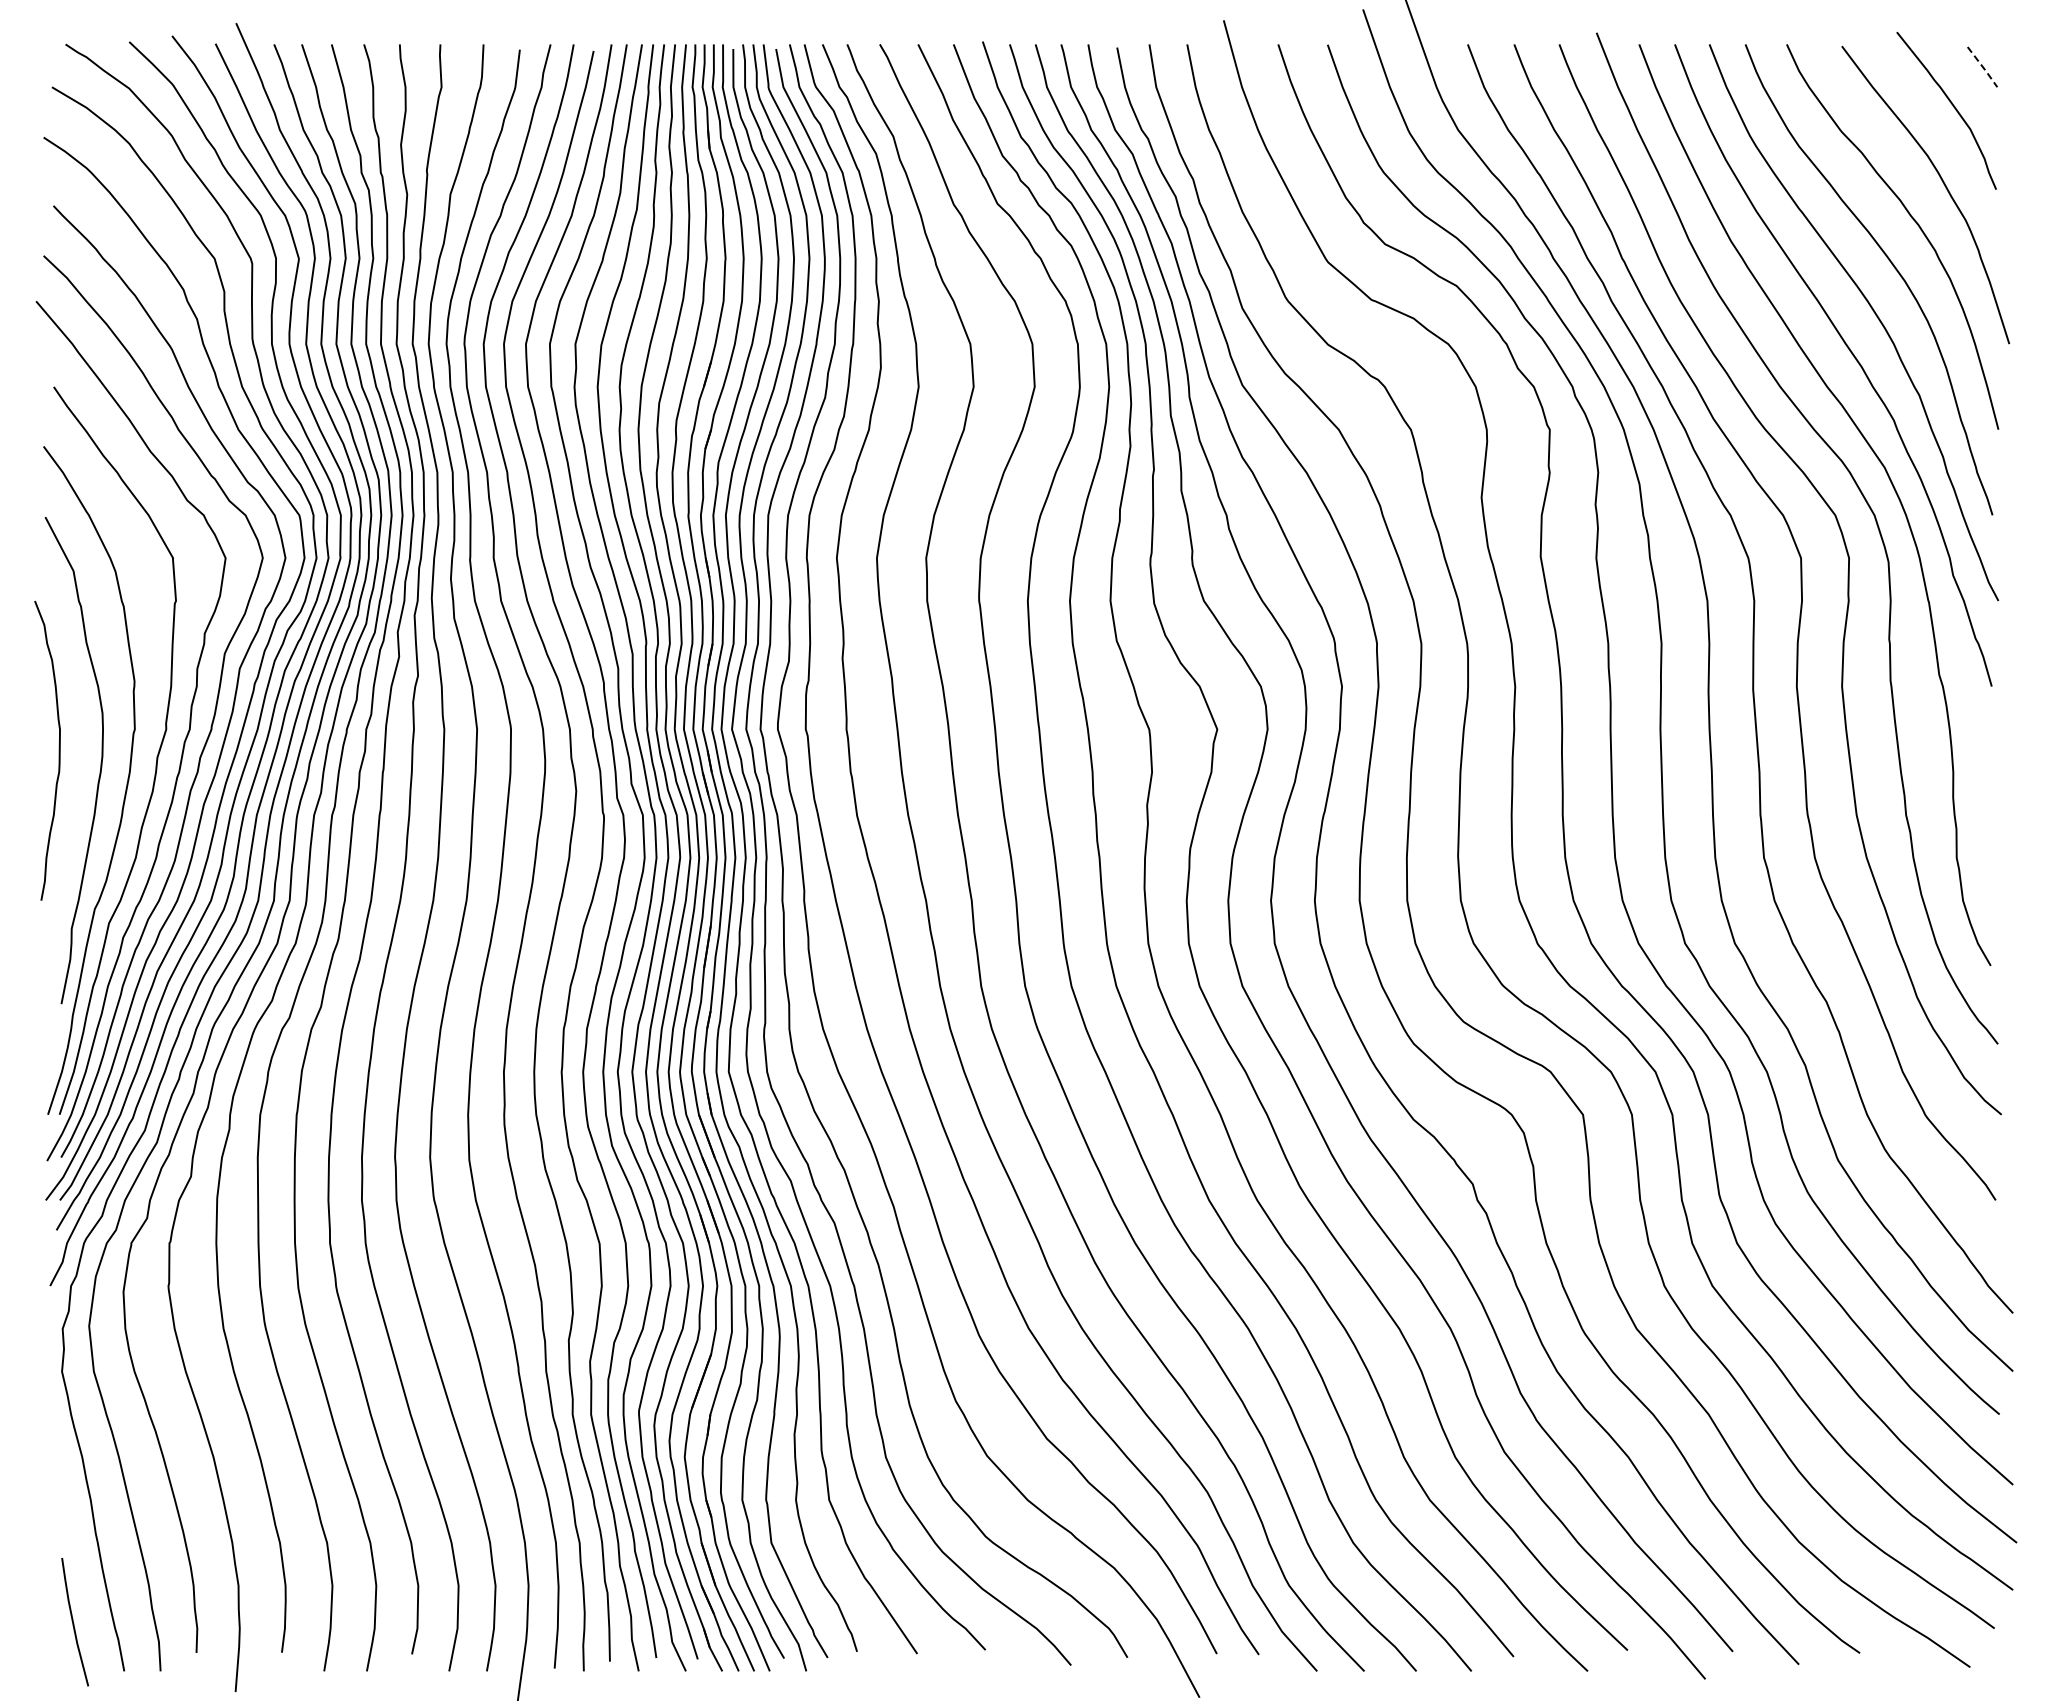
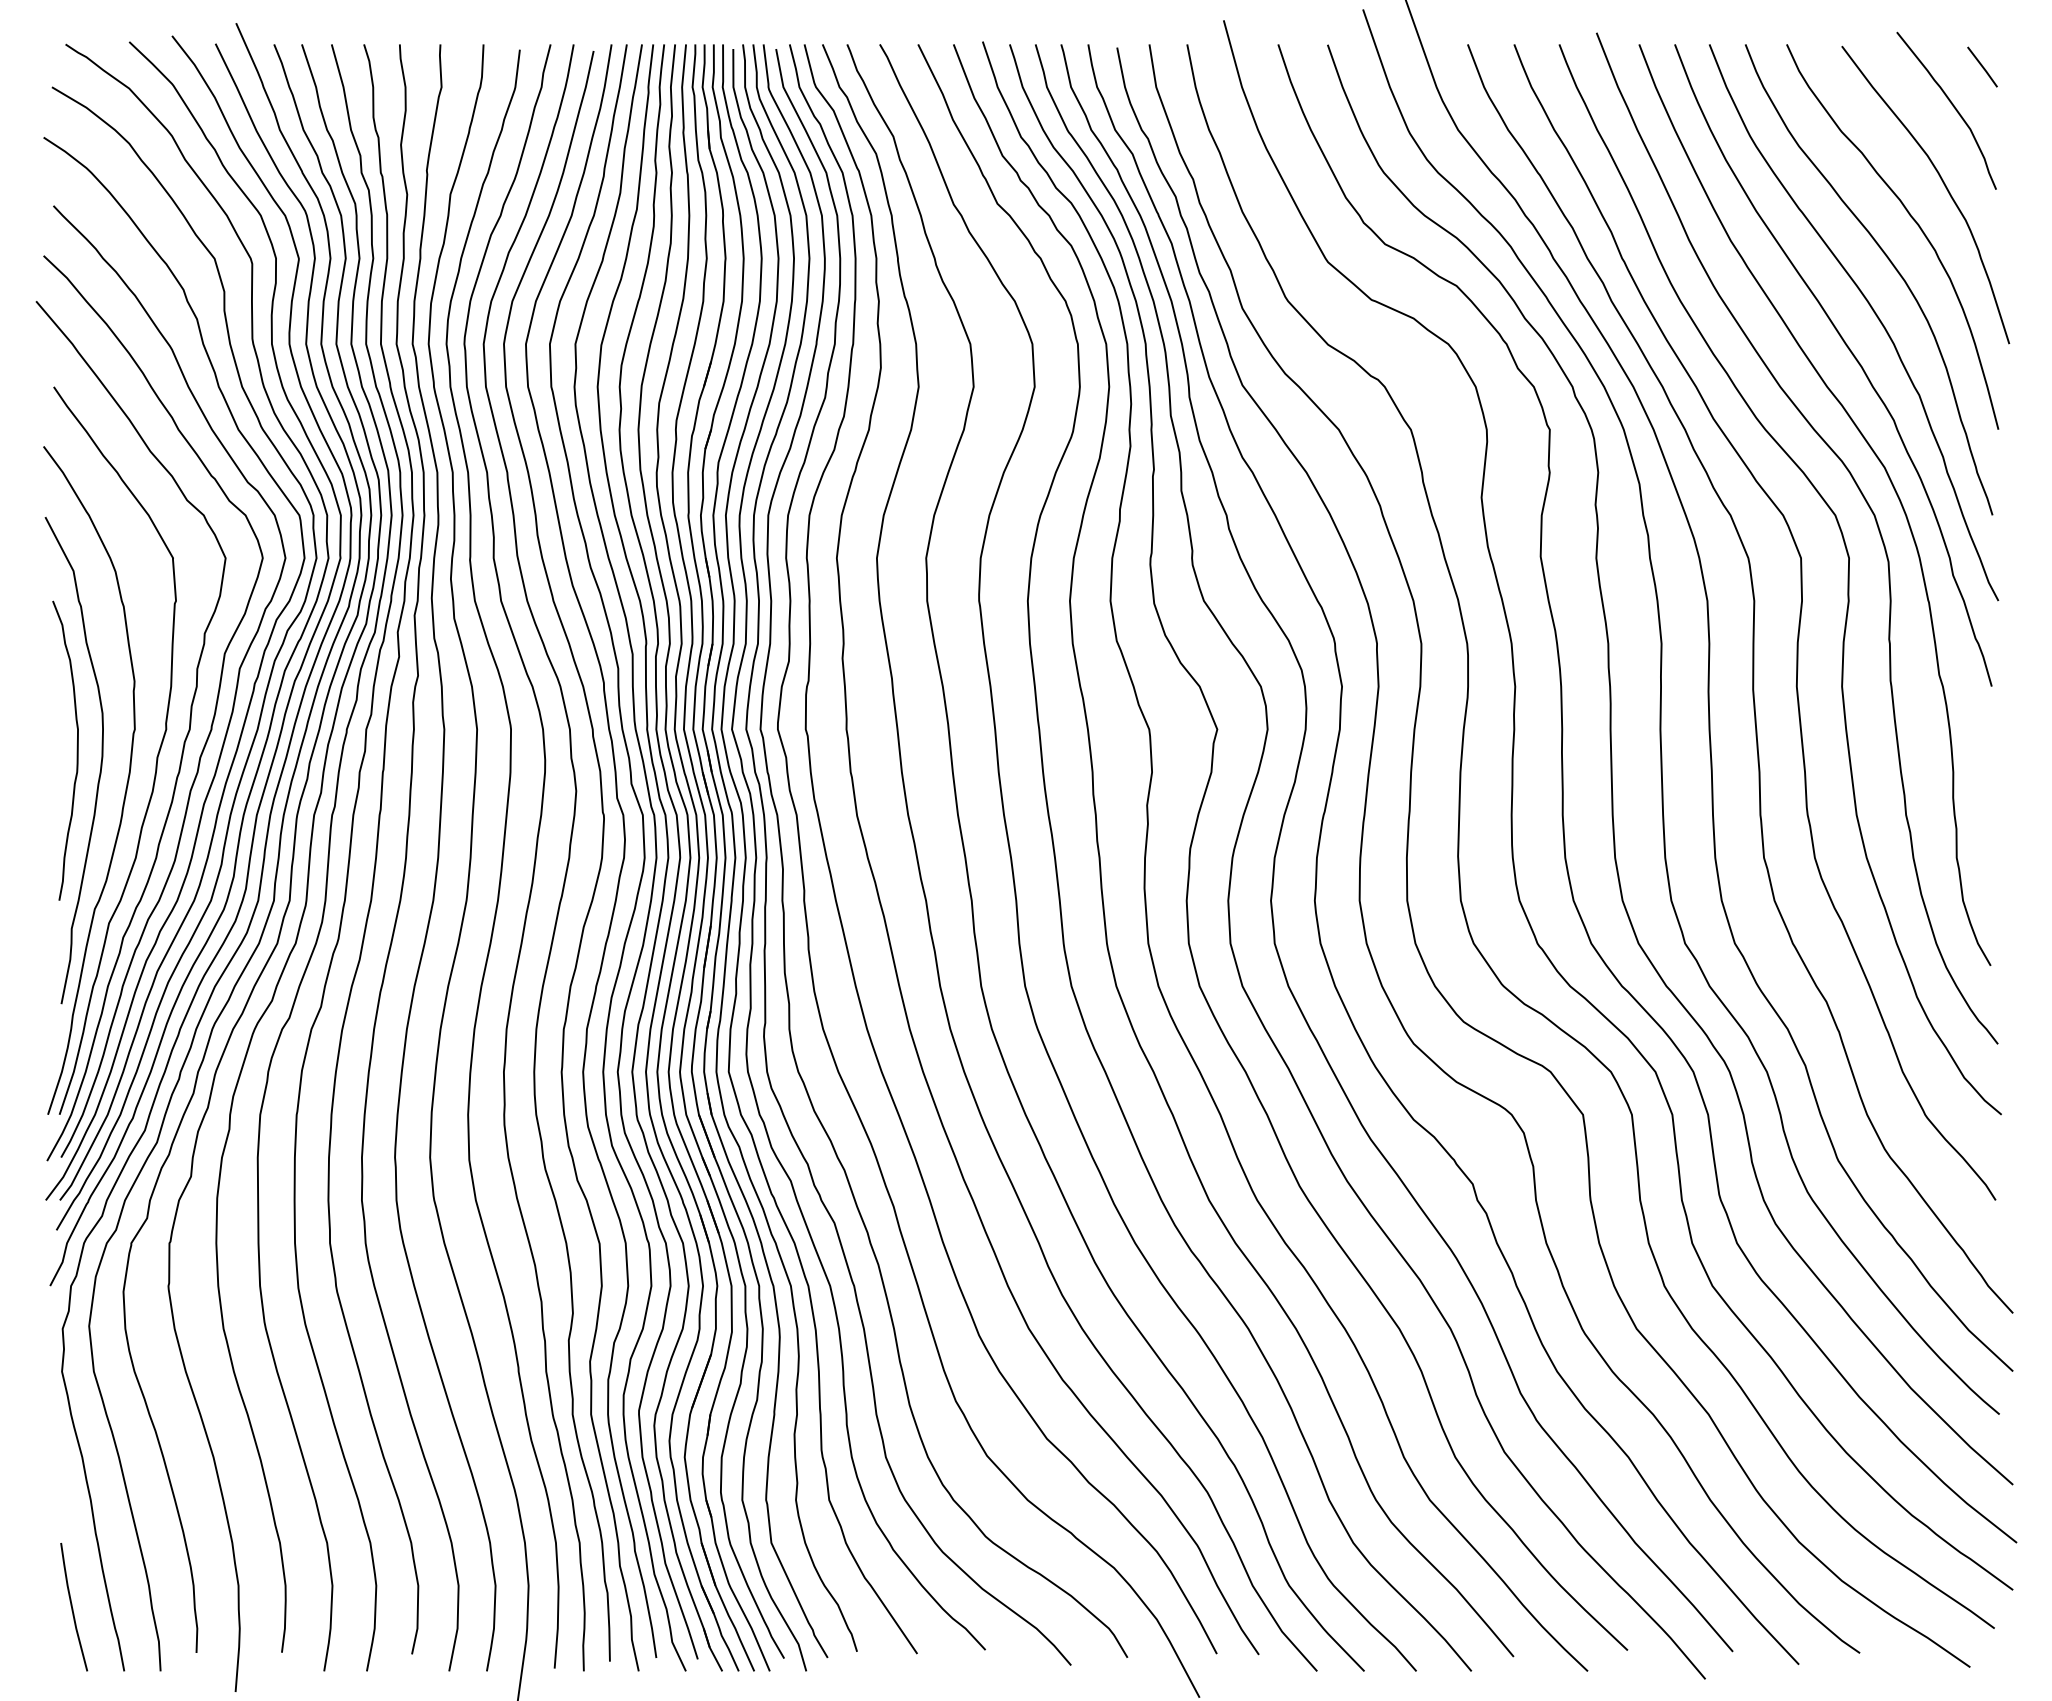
line at (1983, 67): dashed -> solid
curve at (58, 750) position: (58, 750) -> (76, 750)
line at (74, 1623) position: (74, 1623) -> (73, 1608)
